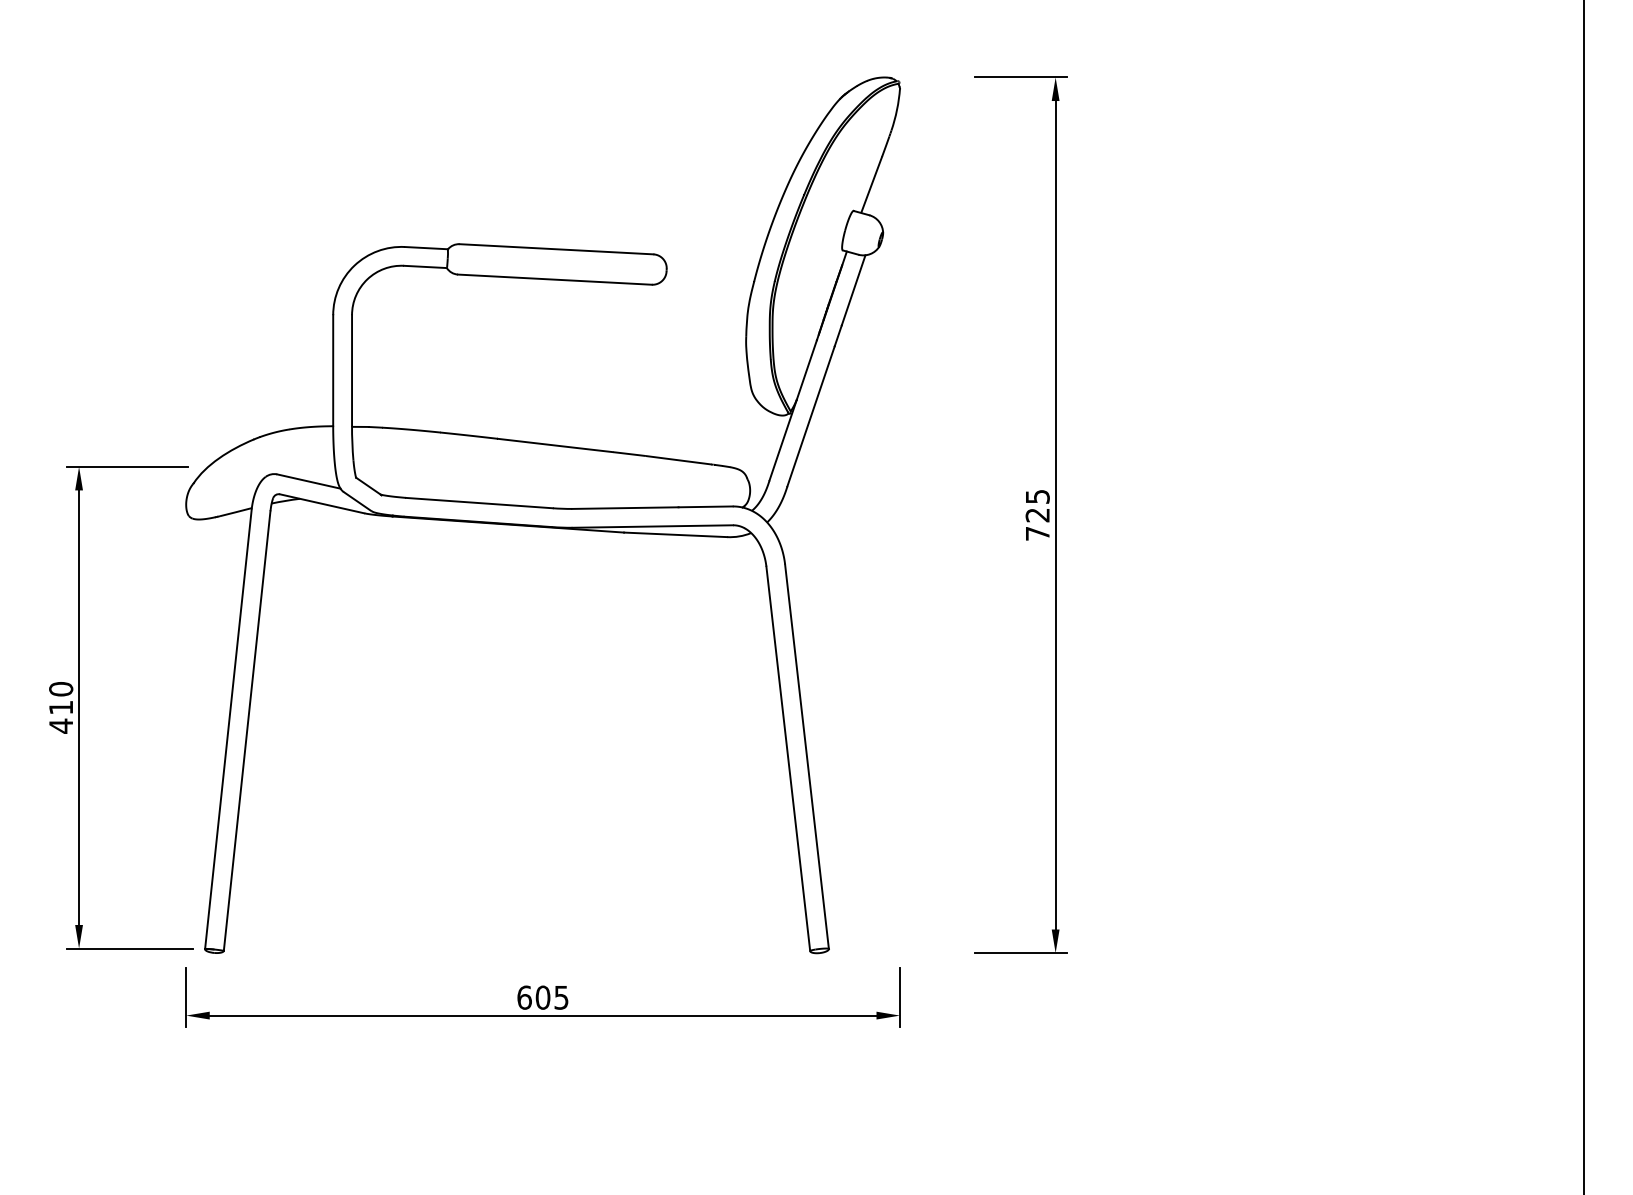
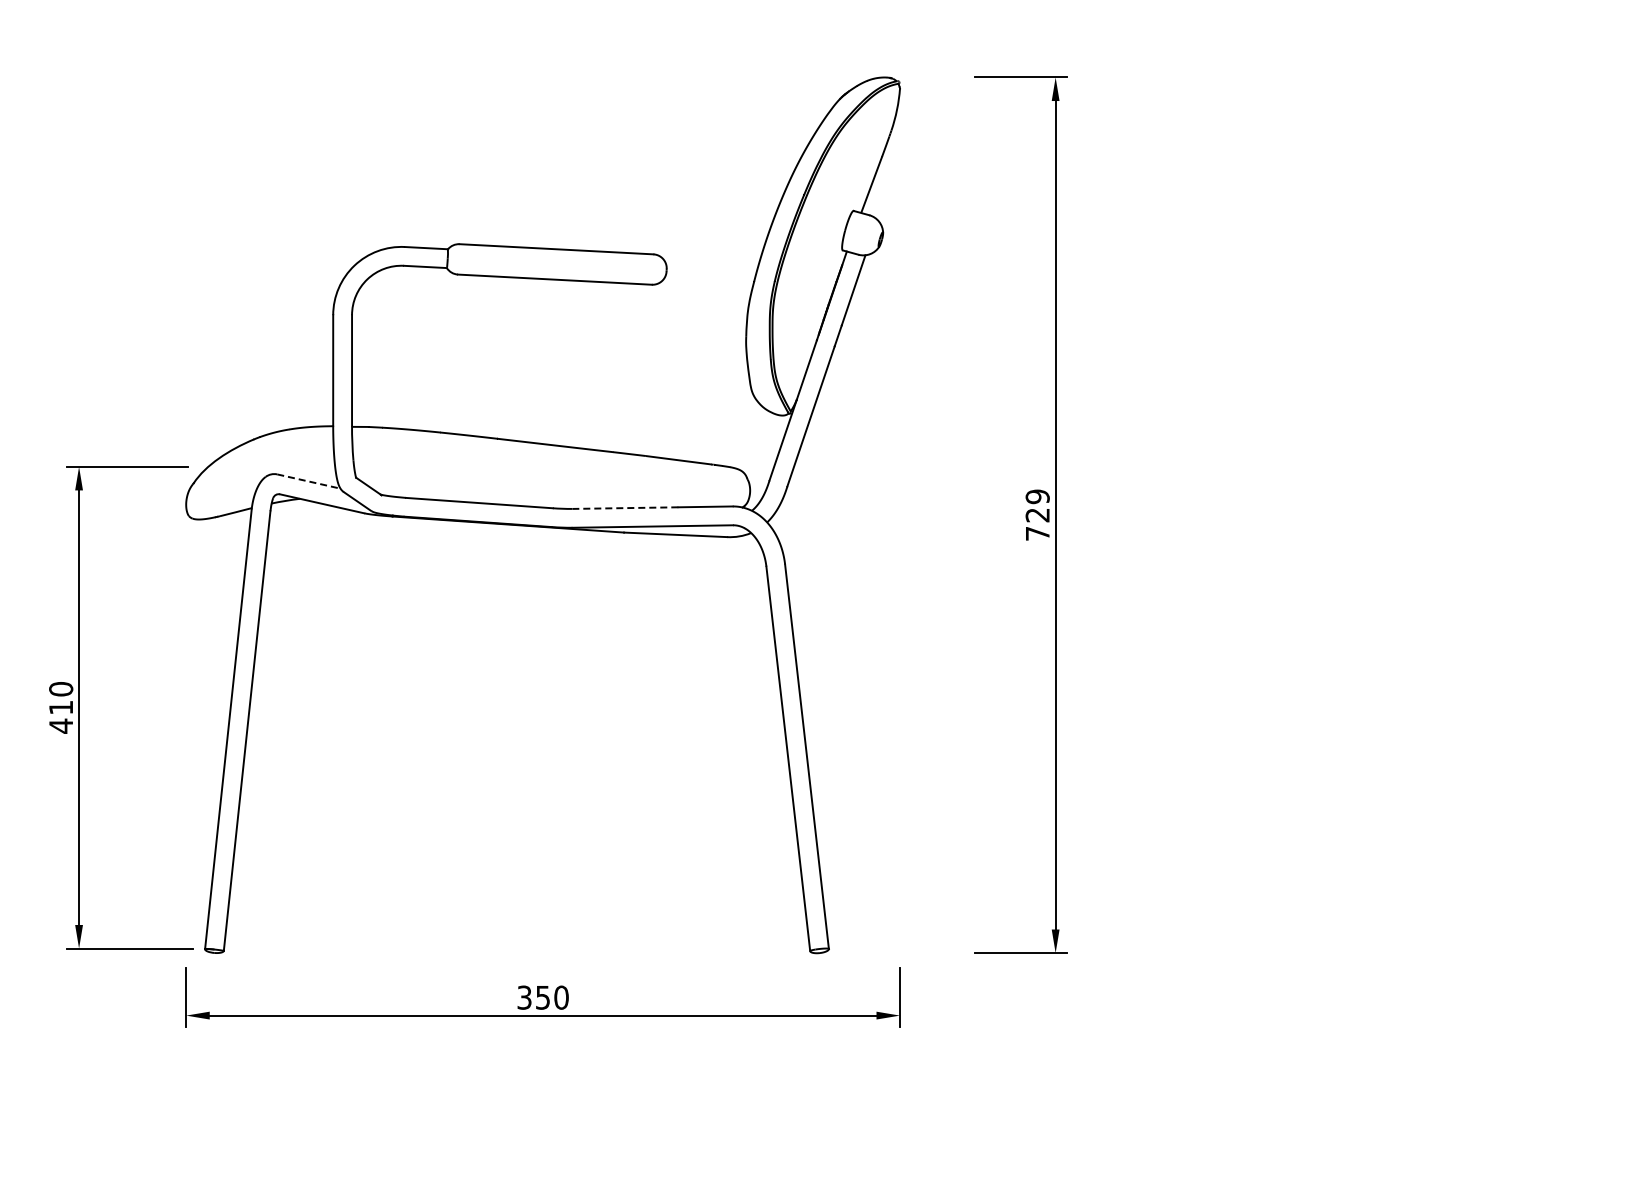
line at (309, 481): solid -> dashed
text at (1037, 496): 725 -> 729
line at (625, 508): solid -> dashed
line at (1584, 596): present -> none
text at (542, 997): 605 -> 350
